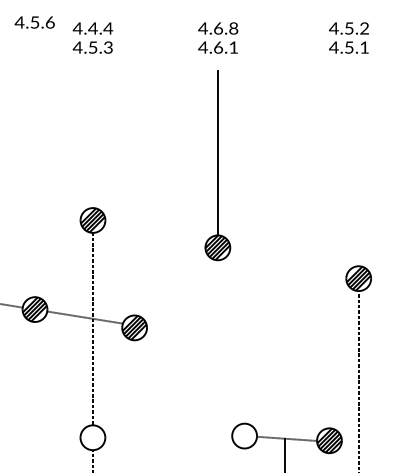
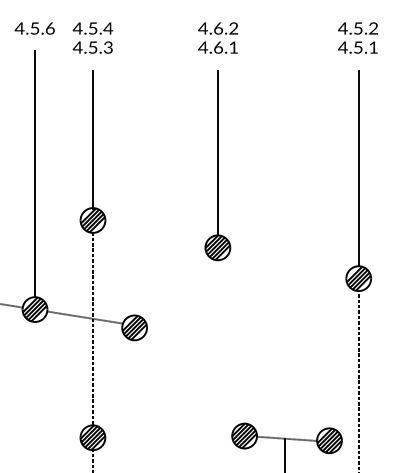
text at (34, 22) position: (34, 22) -> (34, 28)
text at (92, 28): 4.4.4 -> 4.5.4
text at (233, 28): 4.6.8 -> 4.6.2
text at (348, 37) position: (348, 37) -> (357, 37)
line at (92, 139): none -> present
line at (358, 168): none -> present
line at (34, 174): none -> present
hatch at (244, 435): none -> present
hatch at (92, 437): none -> present
